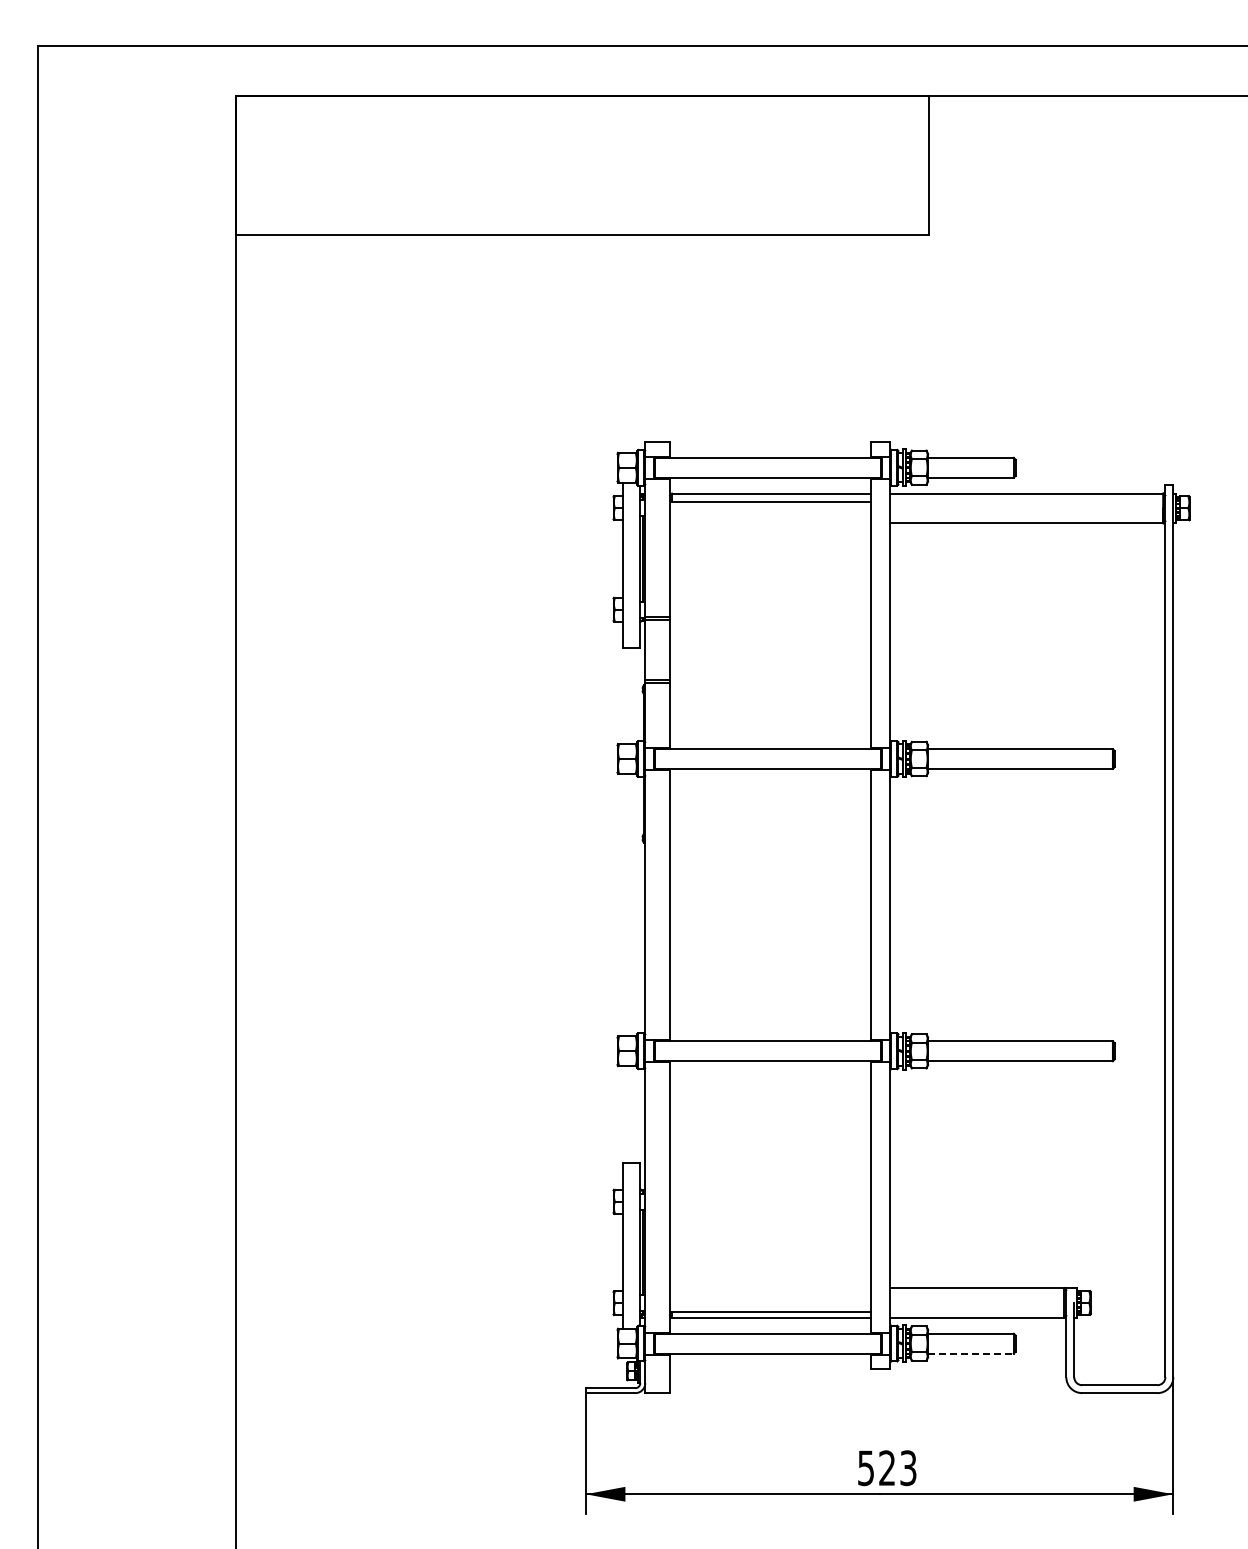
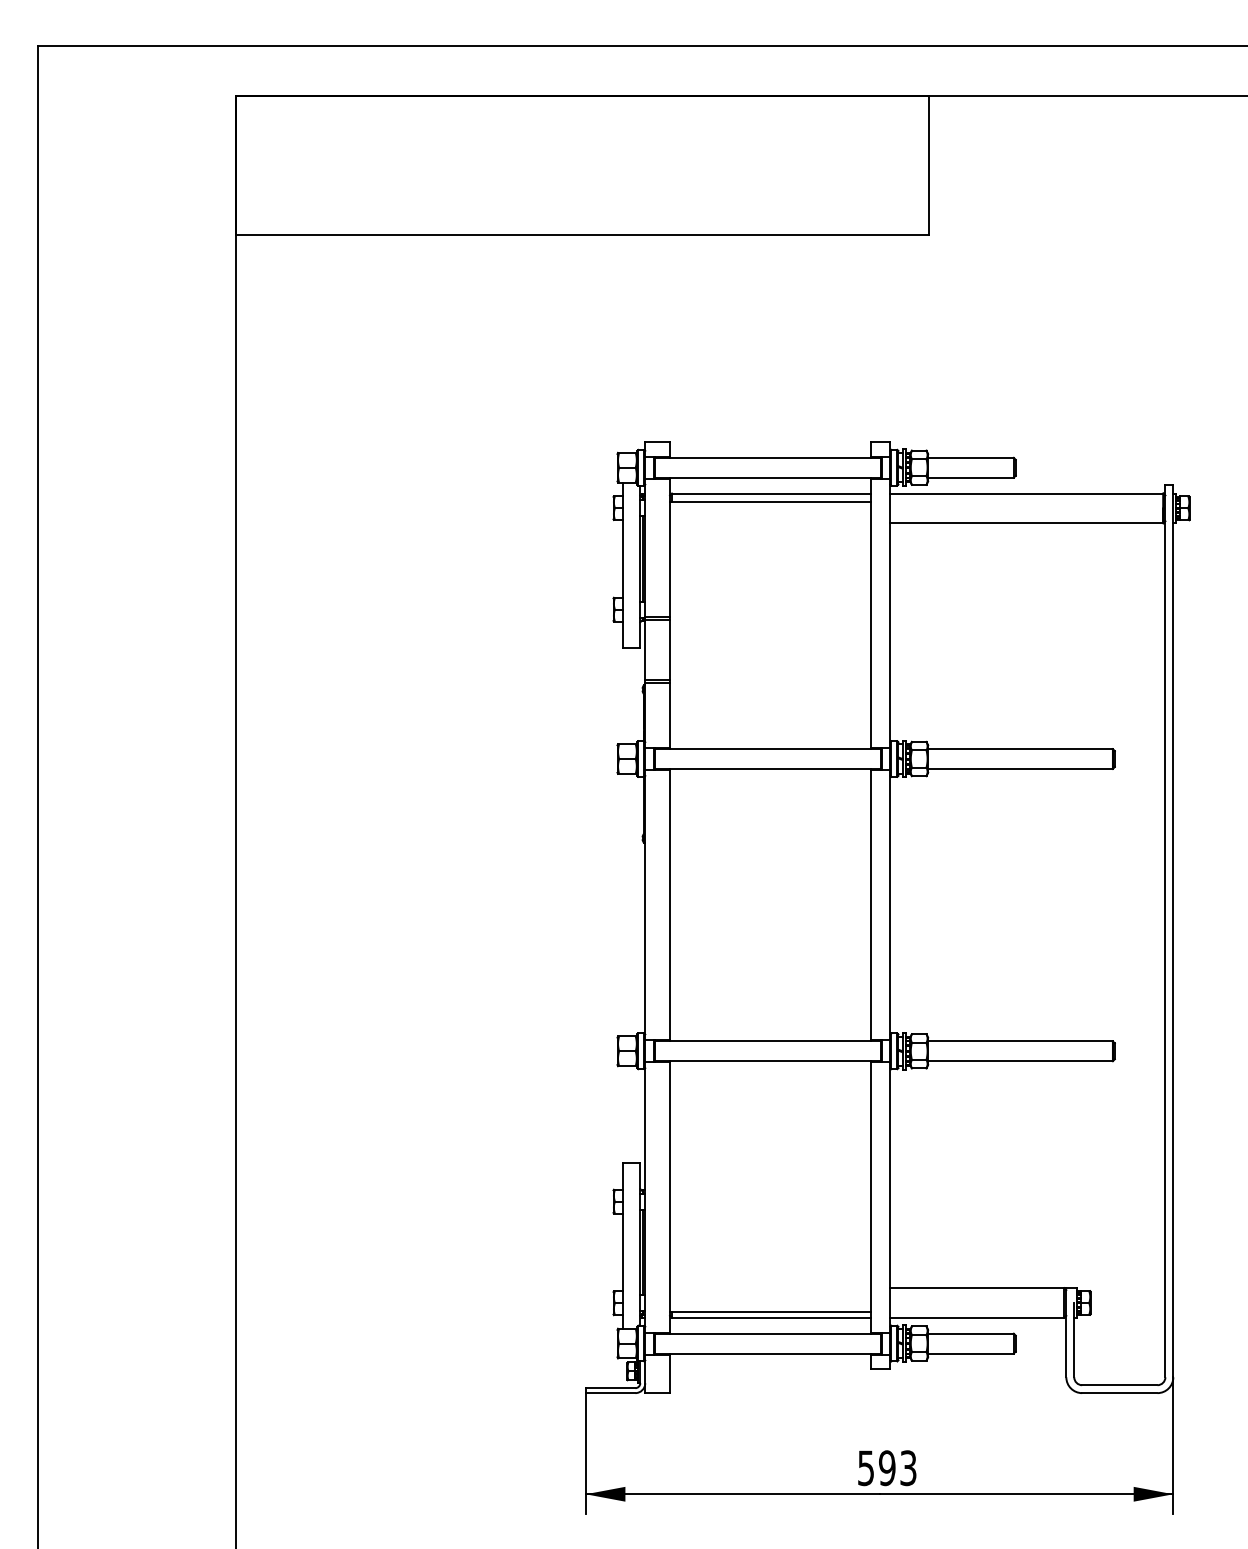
line at (970, 1353): dashed -> solid
text at (887, 1468): 523 -> 593
